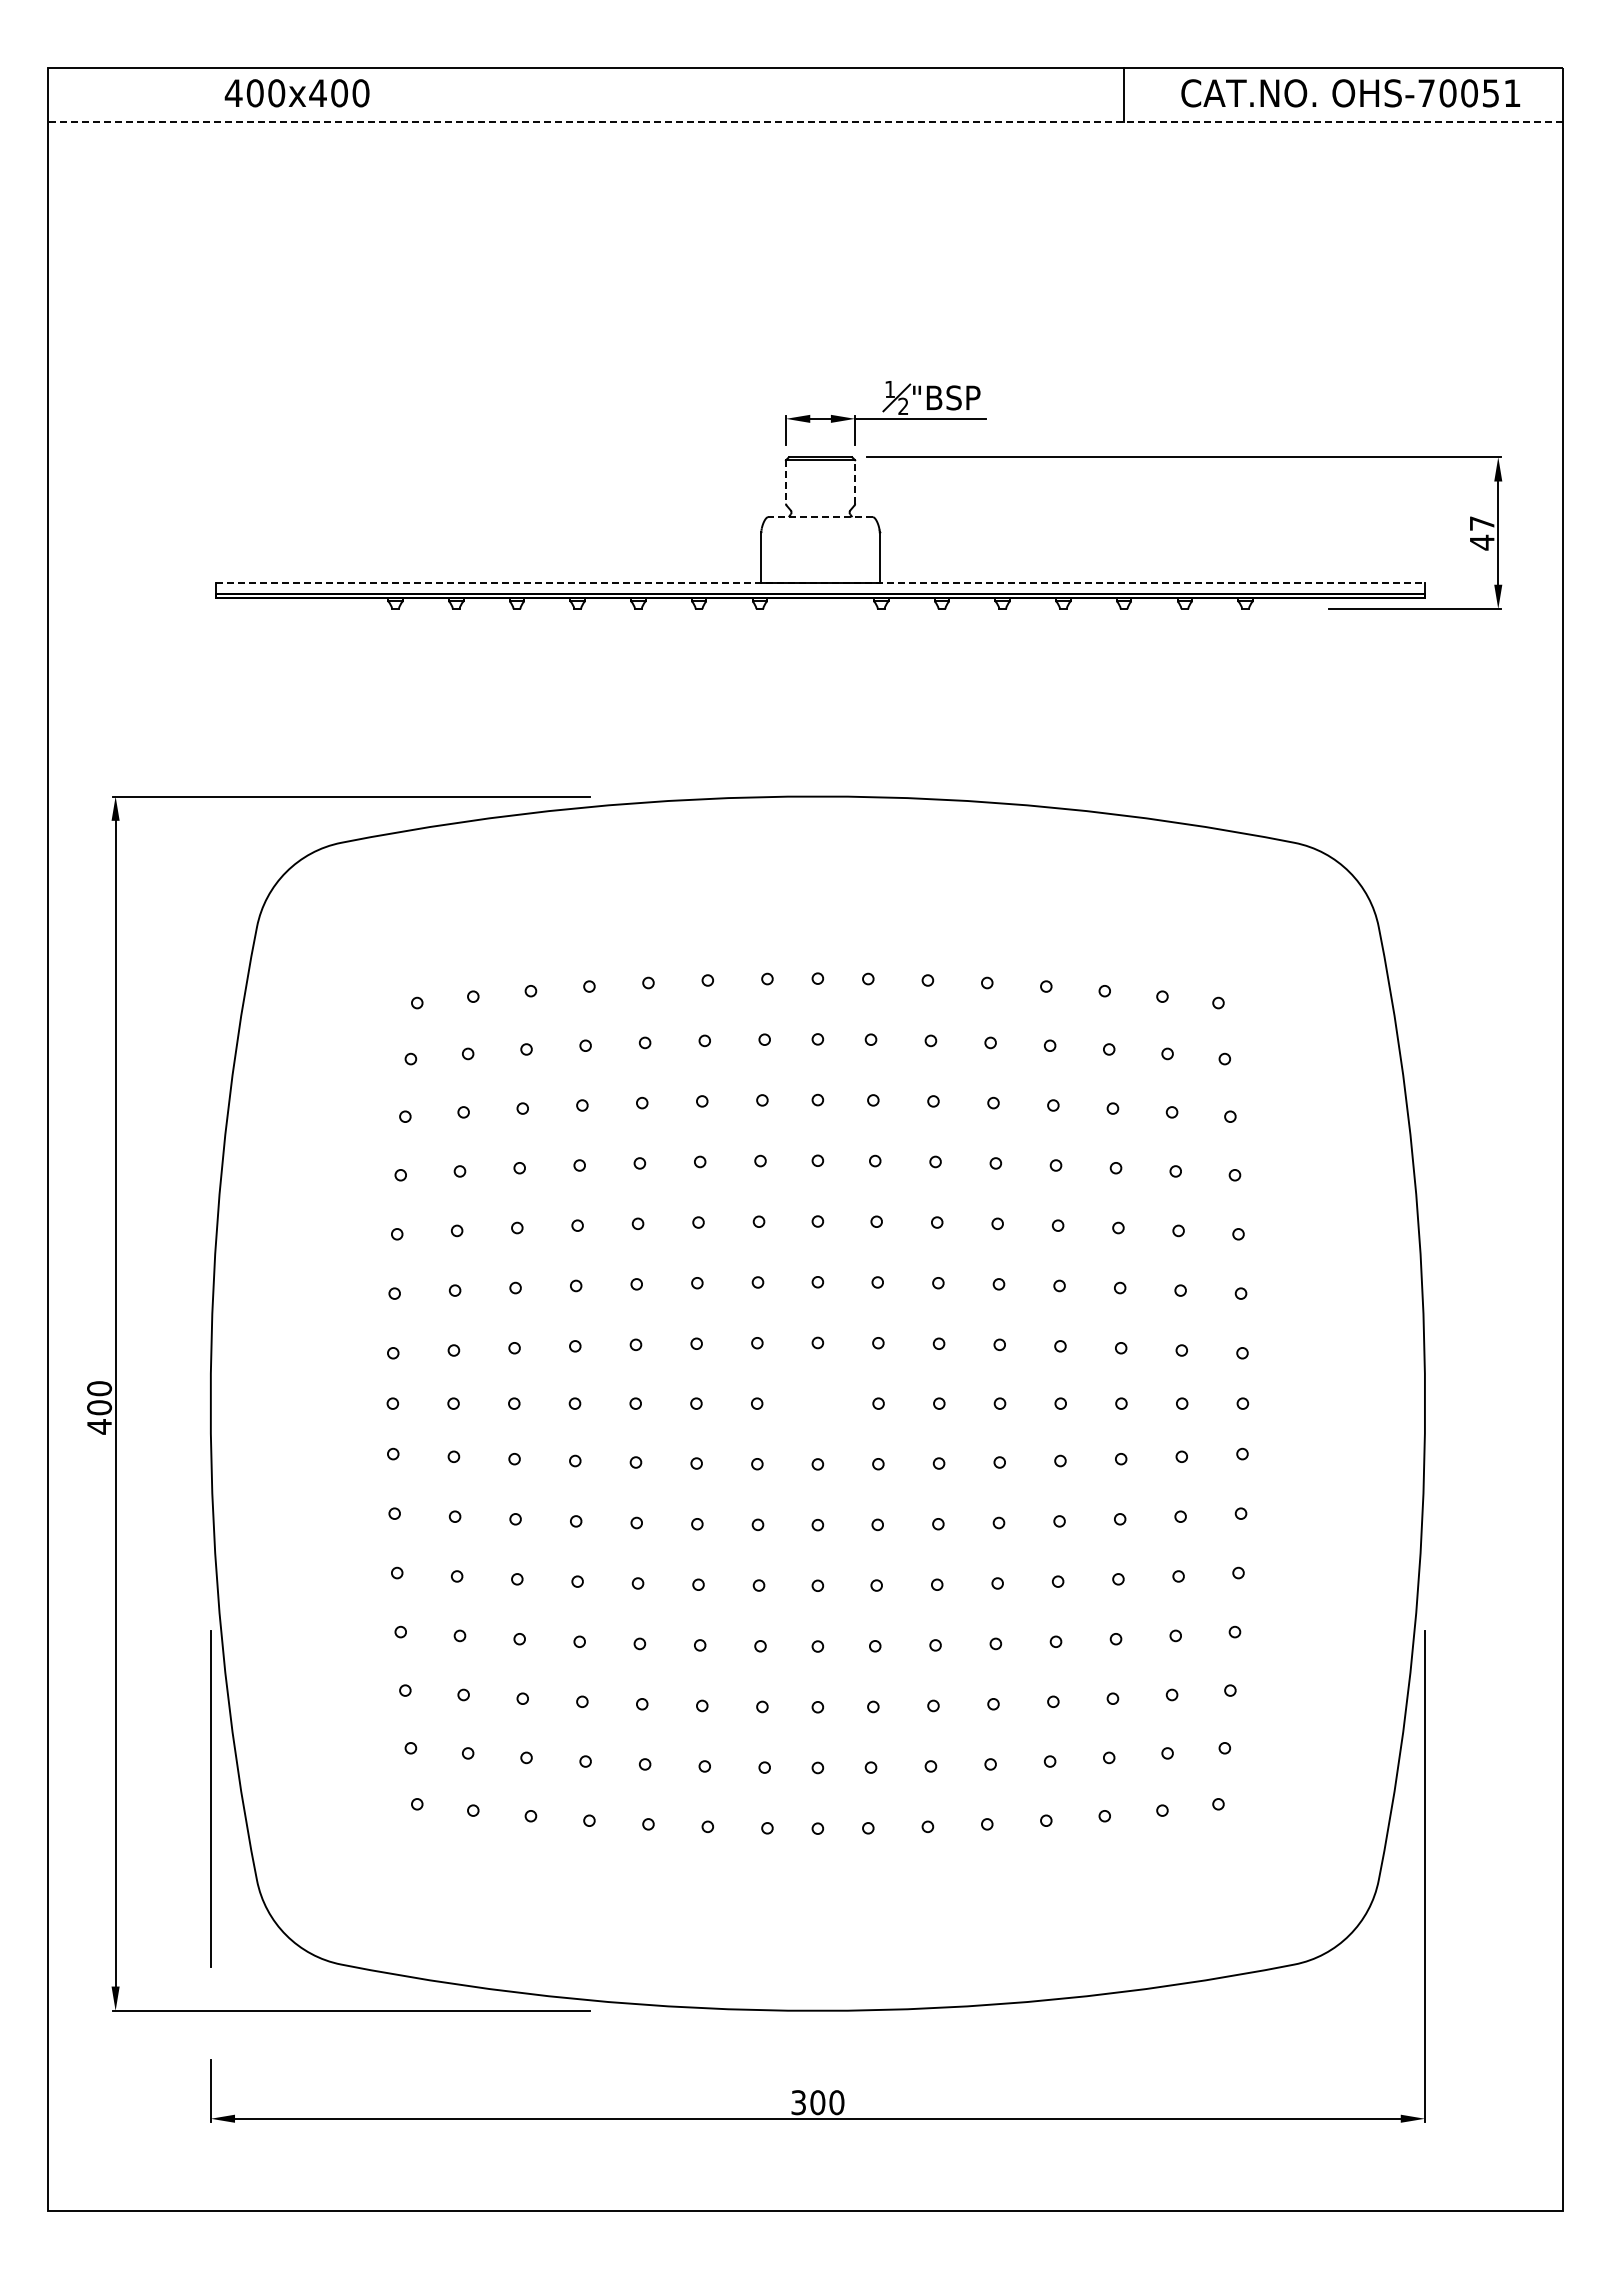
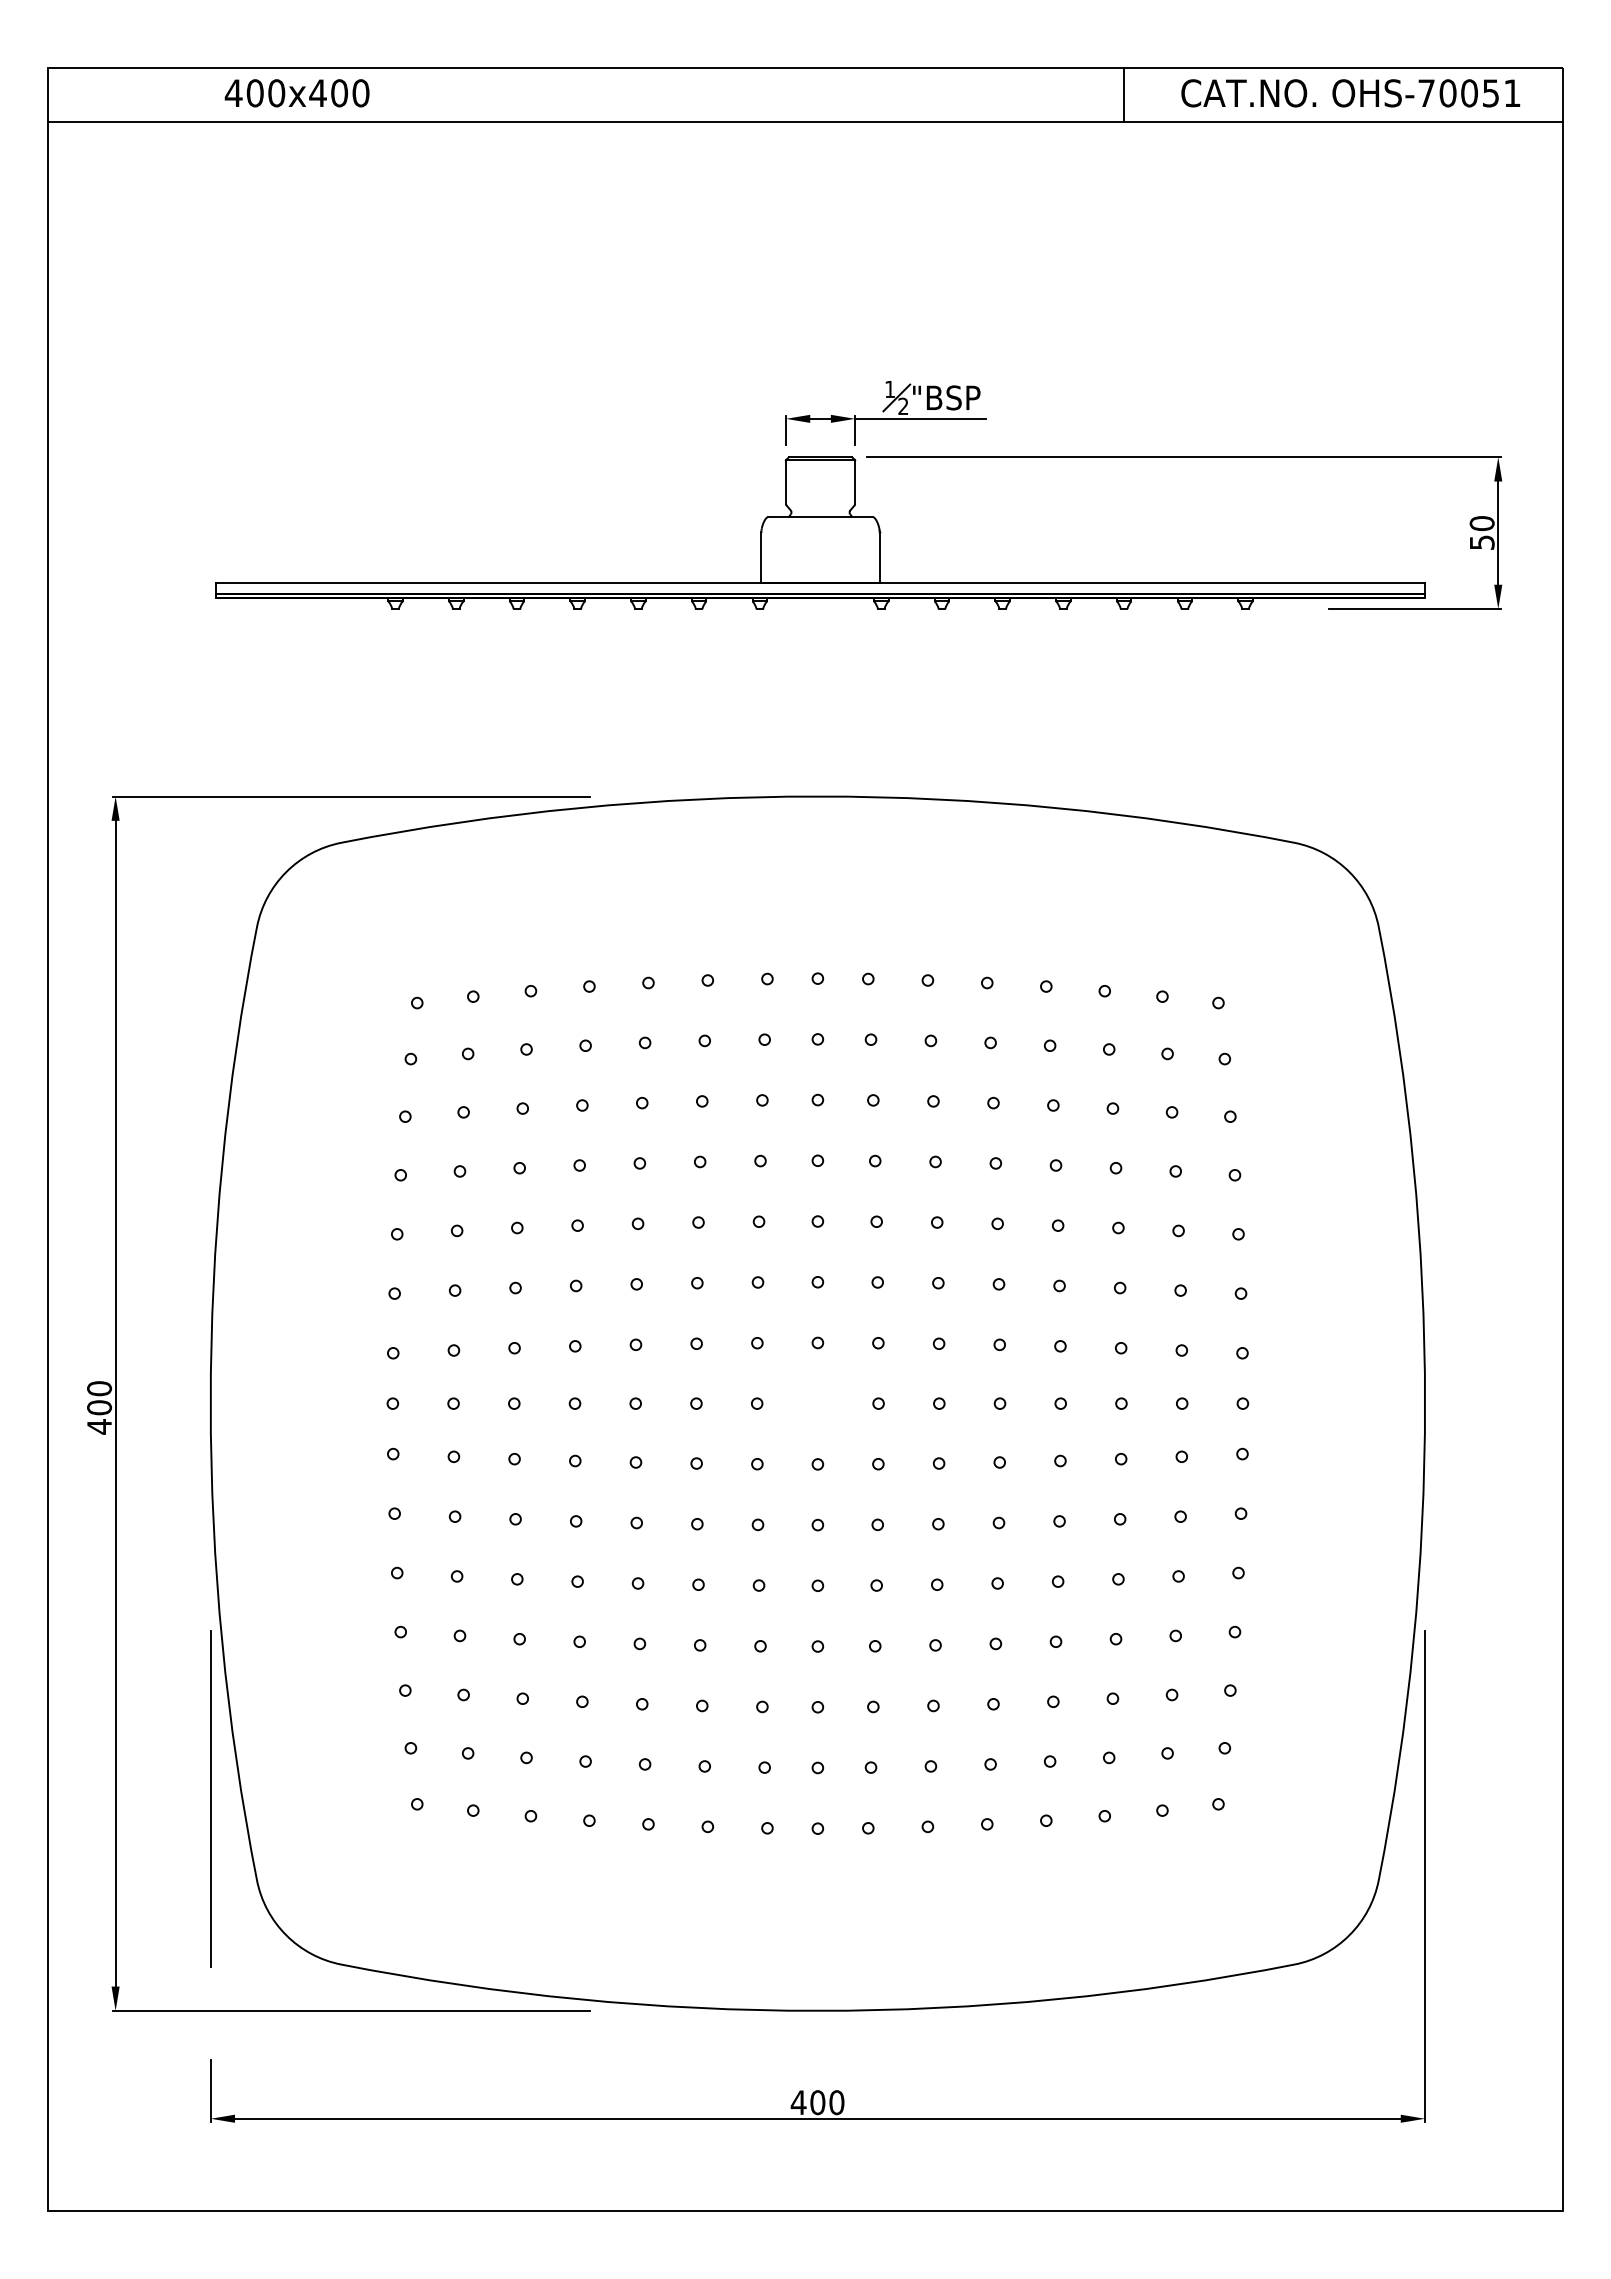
line at (805, 122): dashed -> solid
line at (785, 481): dashed -> solid
line at (855, 481): dashed -> solid
line at (820, 517): dashed -> solid
text at (1481, 533): 47 -> 50
line at (821, 583): dashed -> solid
text at (798, 2102): 300 -> 400
